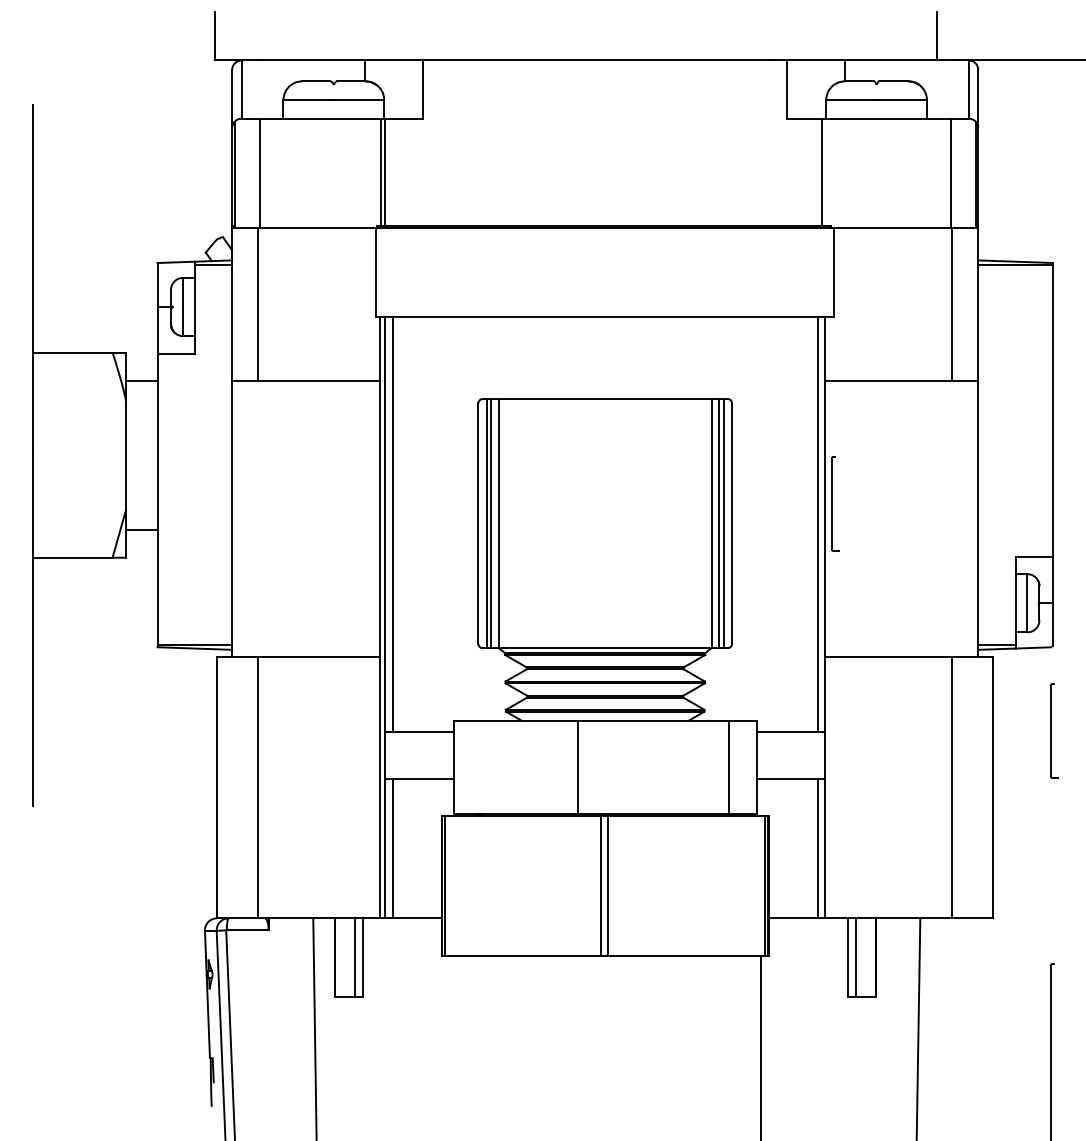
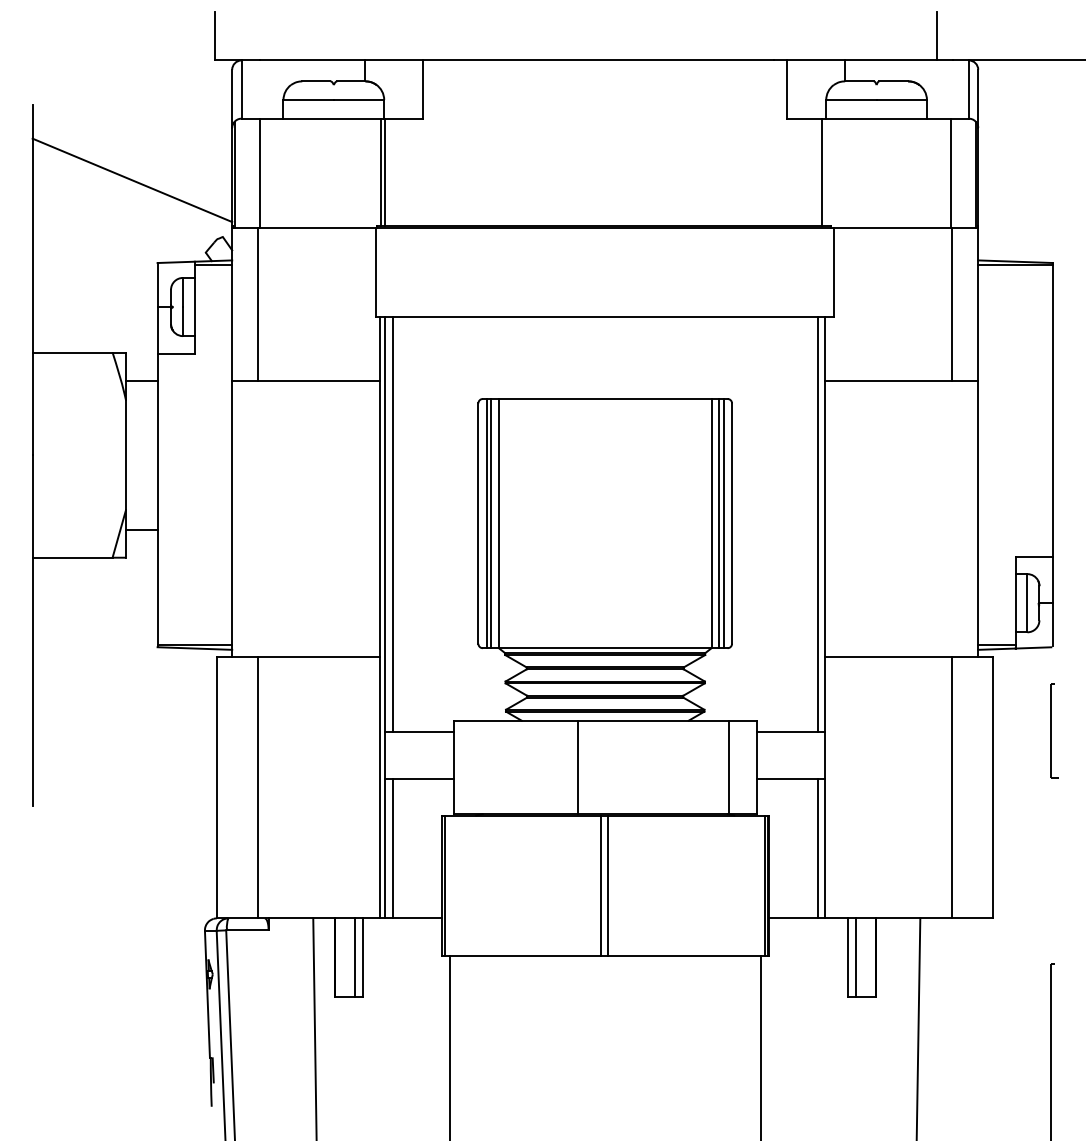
line at (132, 180): none -> present
part at (835, 503): present -> none
line at (449, 1046): none -> present
